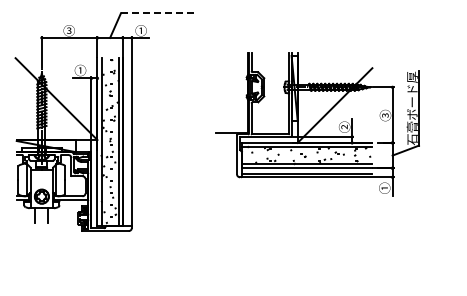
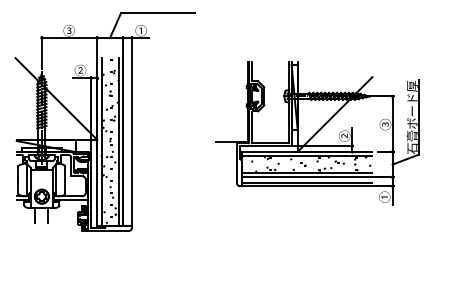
line at (158, 13): dashed -> solid
text at (80, 70): ① -> ②
part at (317, 124) position: (317, 124) -> (317, 133)
